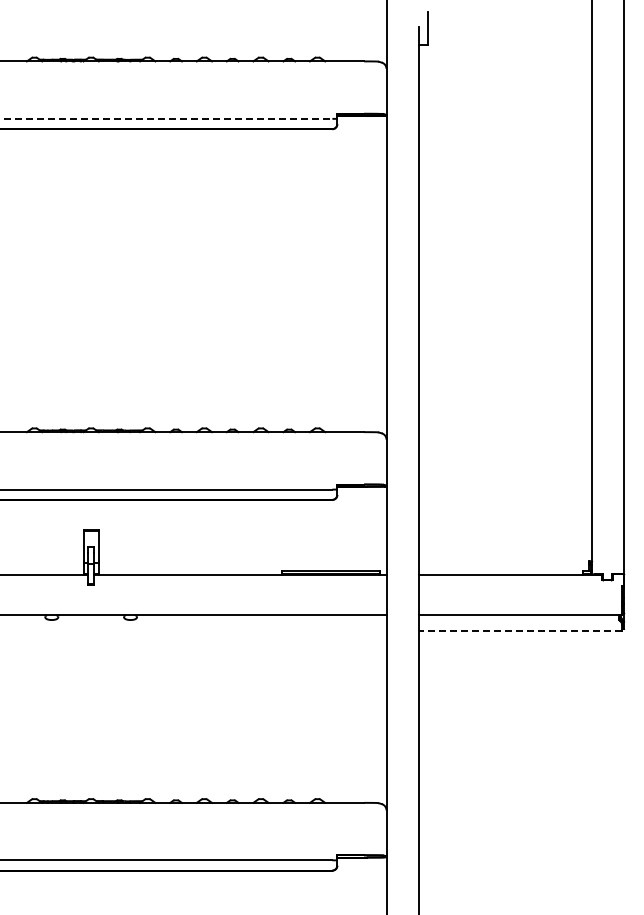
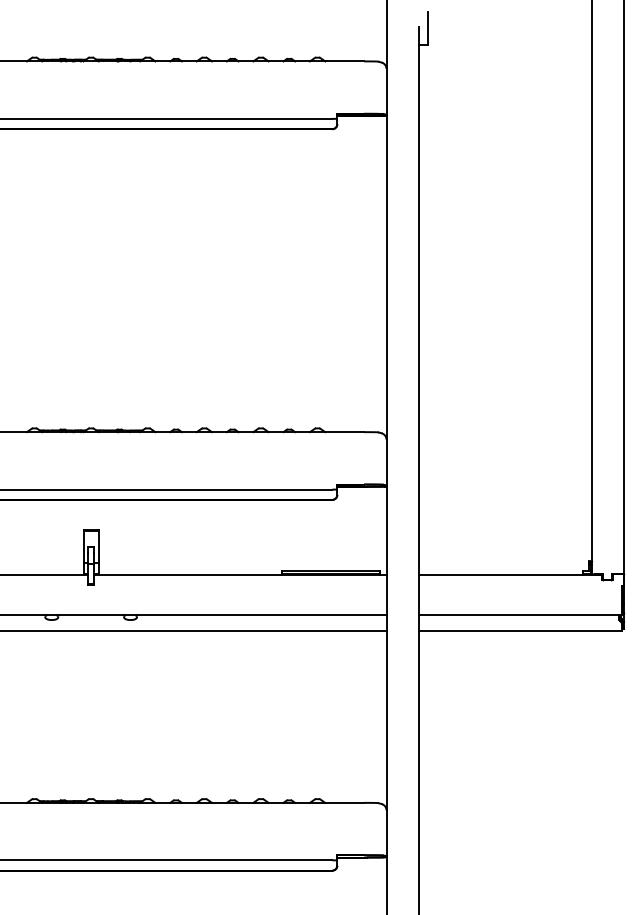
line at (166, 118): dashed -> solid
line at (194, 630): none -> present
line at (520, 630): dashed -> solid
